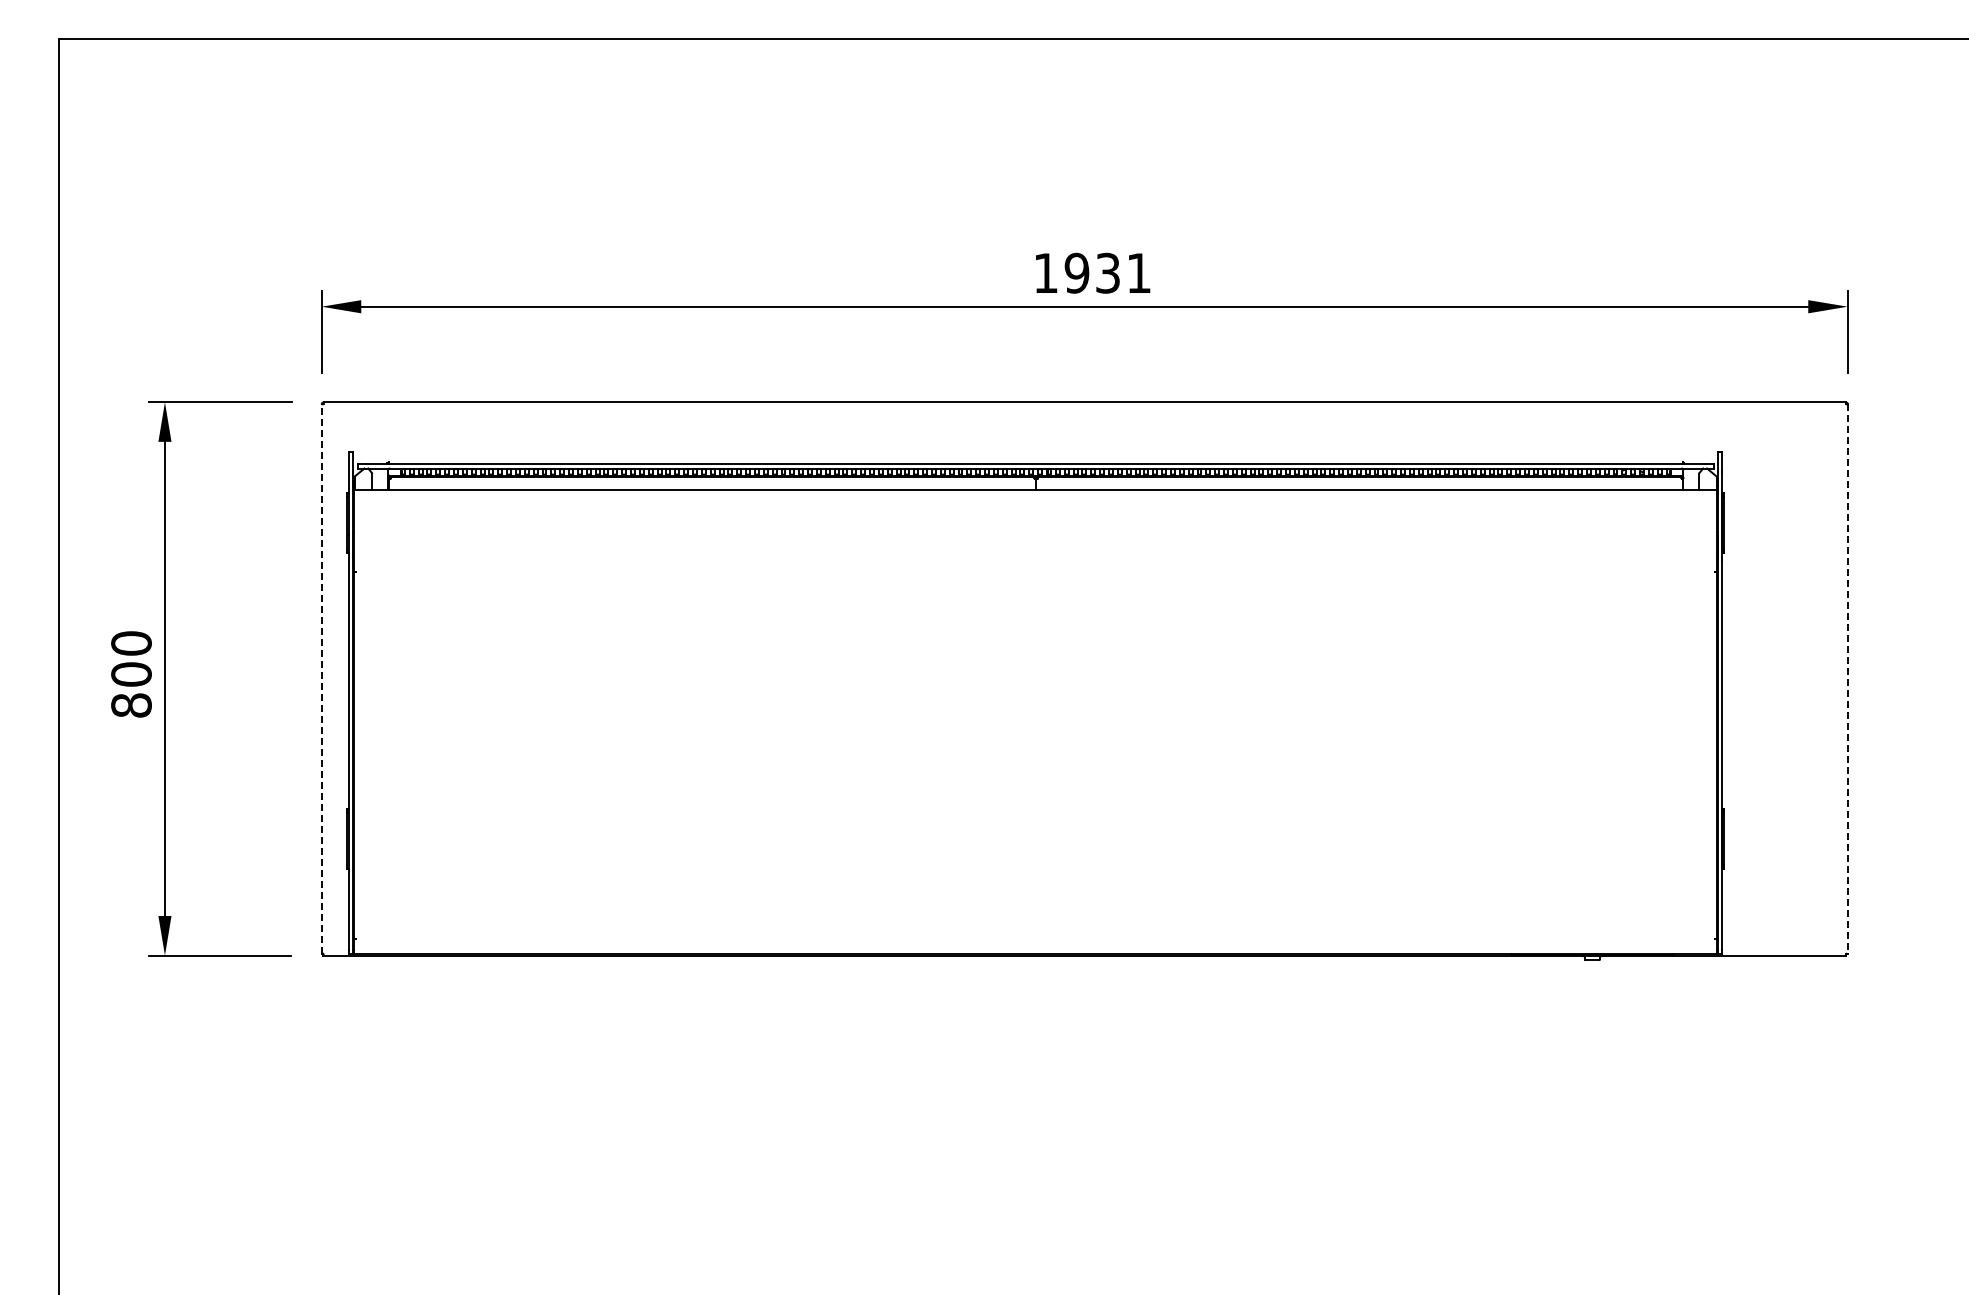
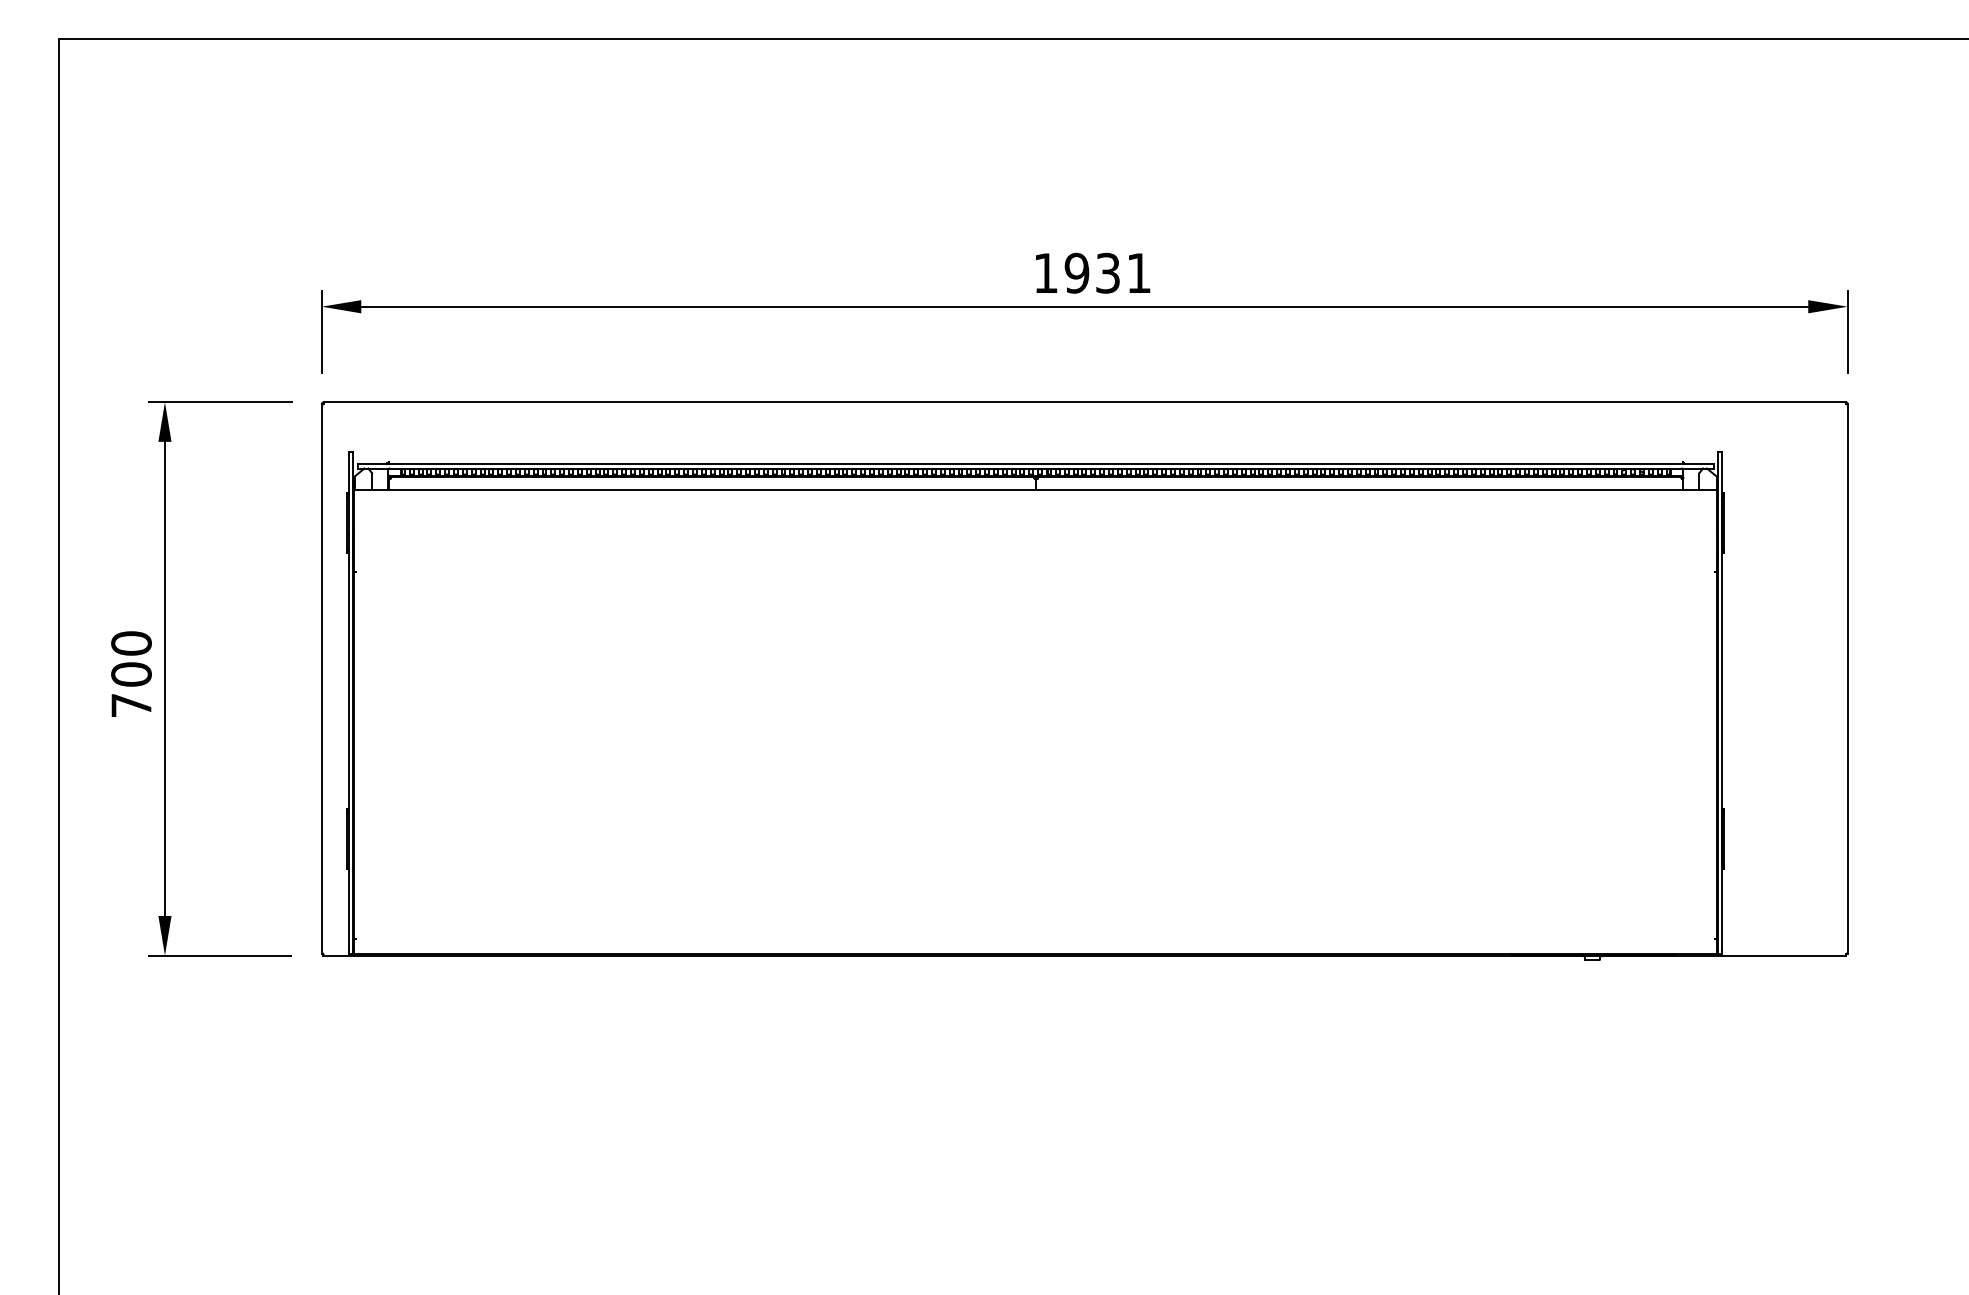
line at (321, 679): dashed -> solid
line at (1847, 679): dashed -> solid
text at (131, 705): 800 -> 700
